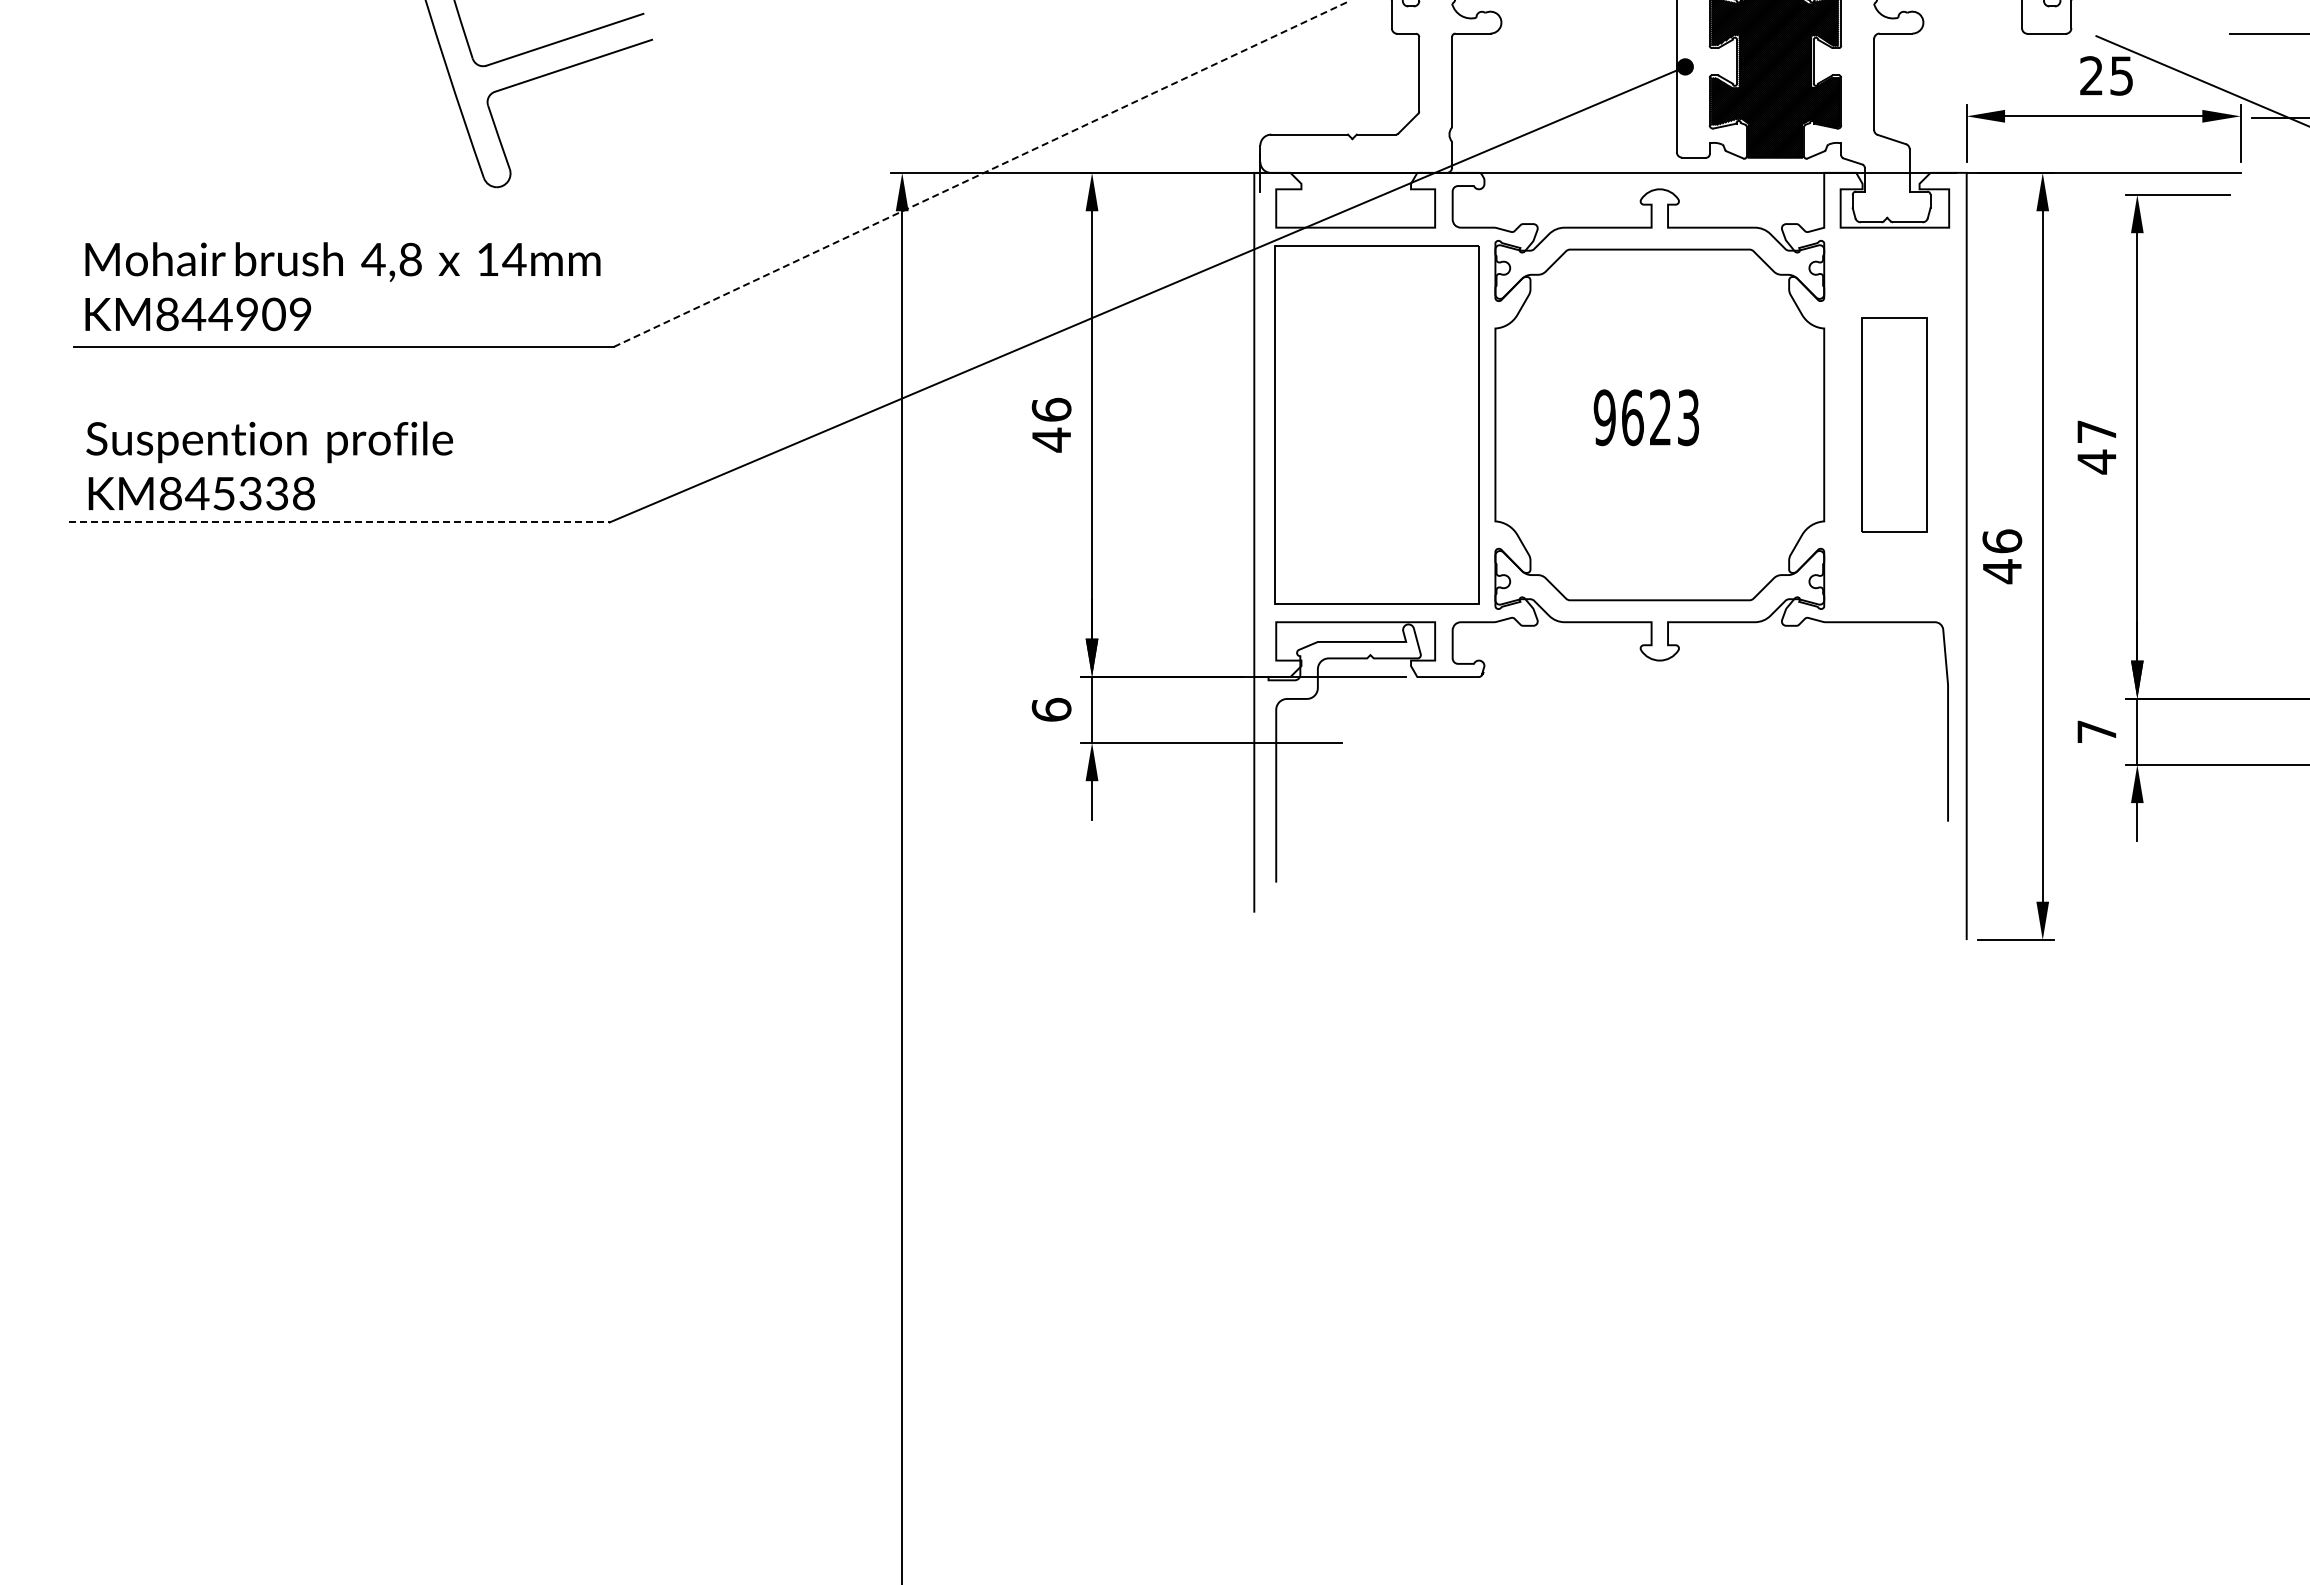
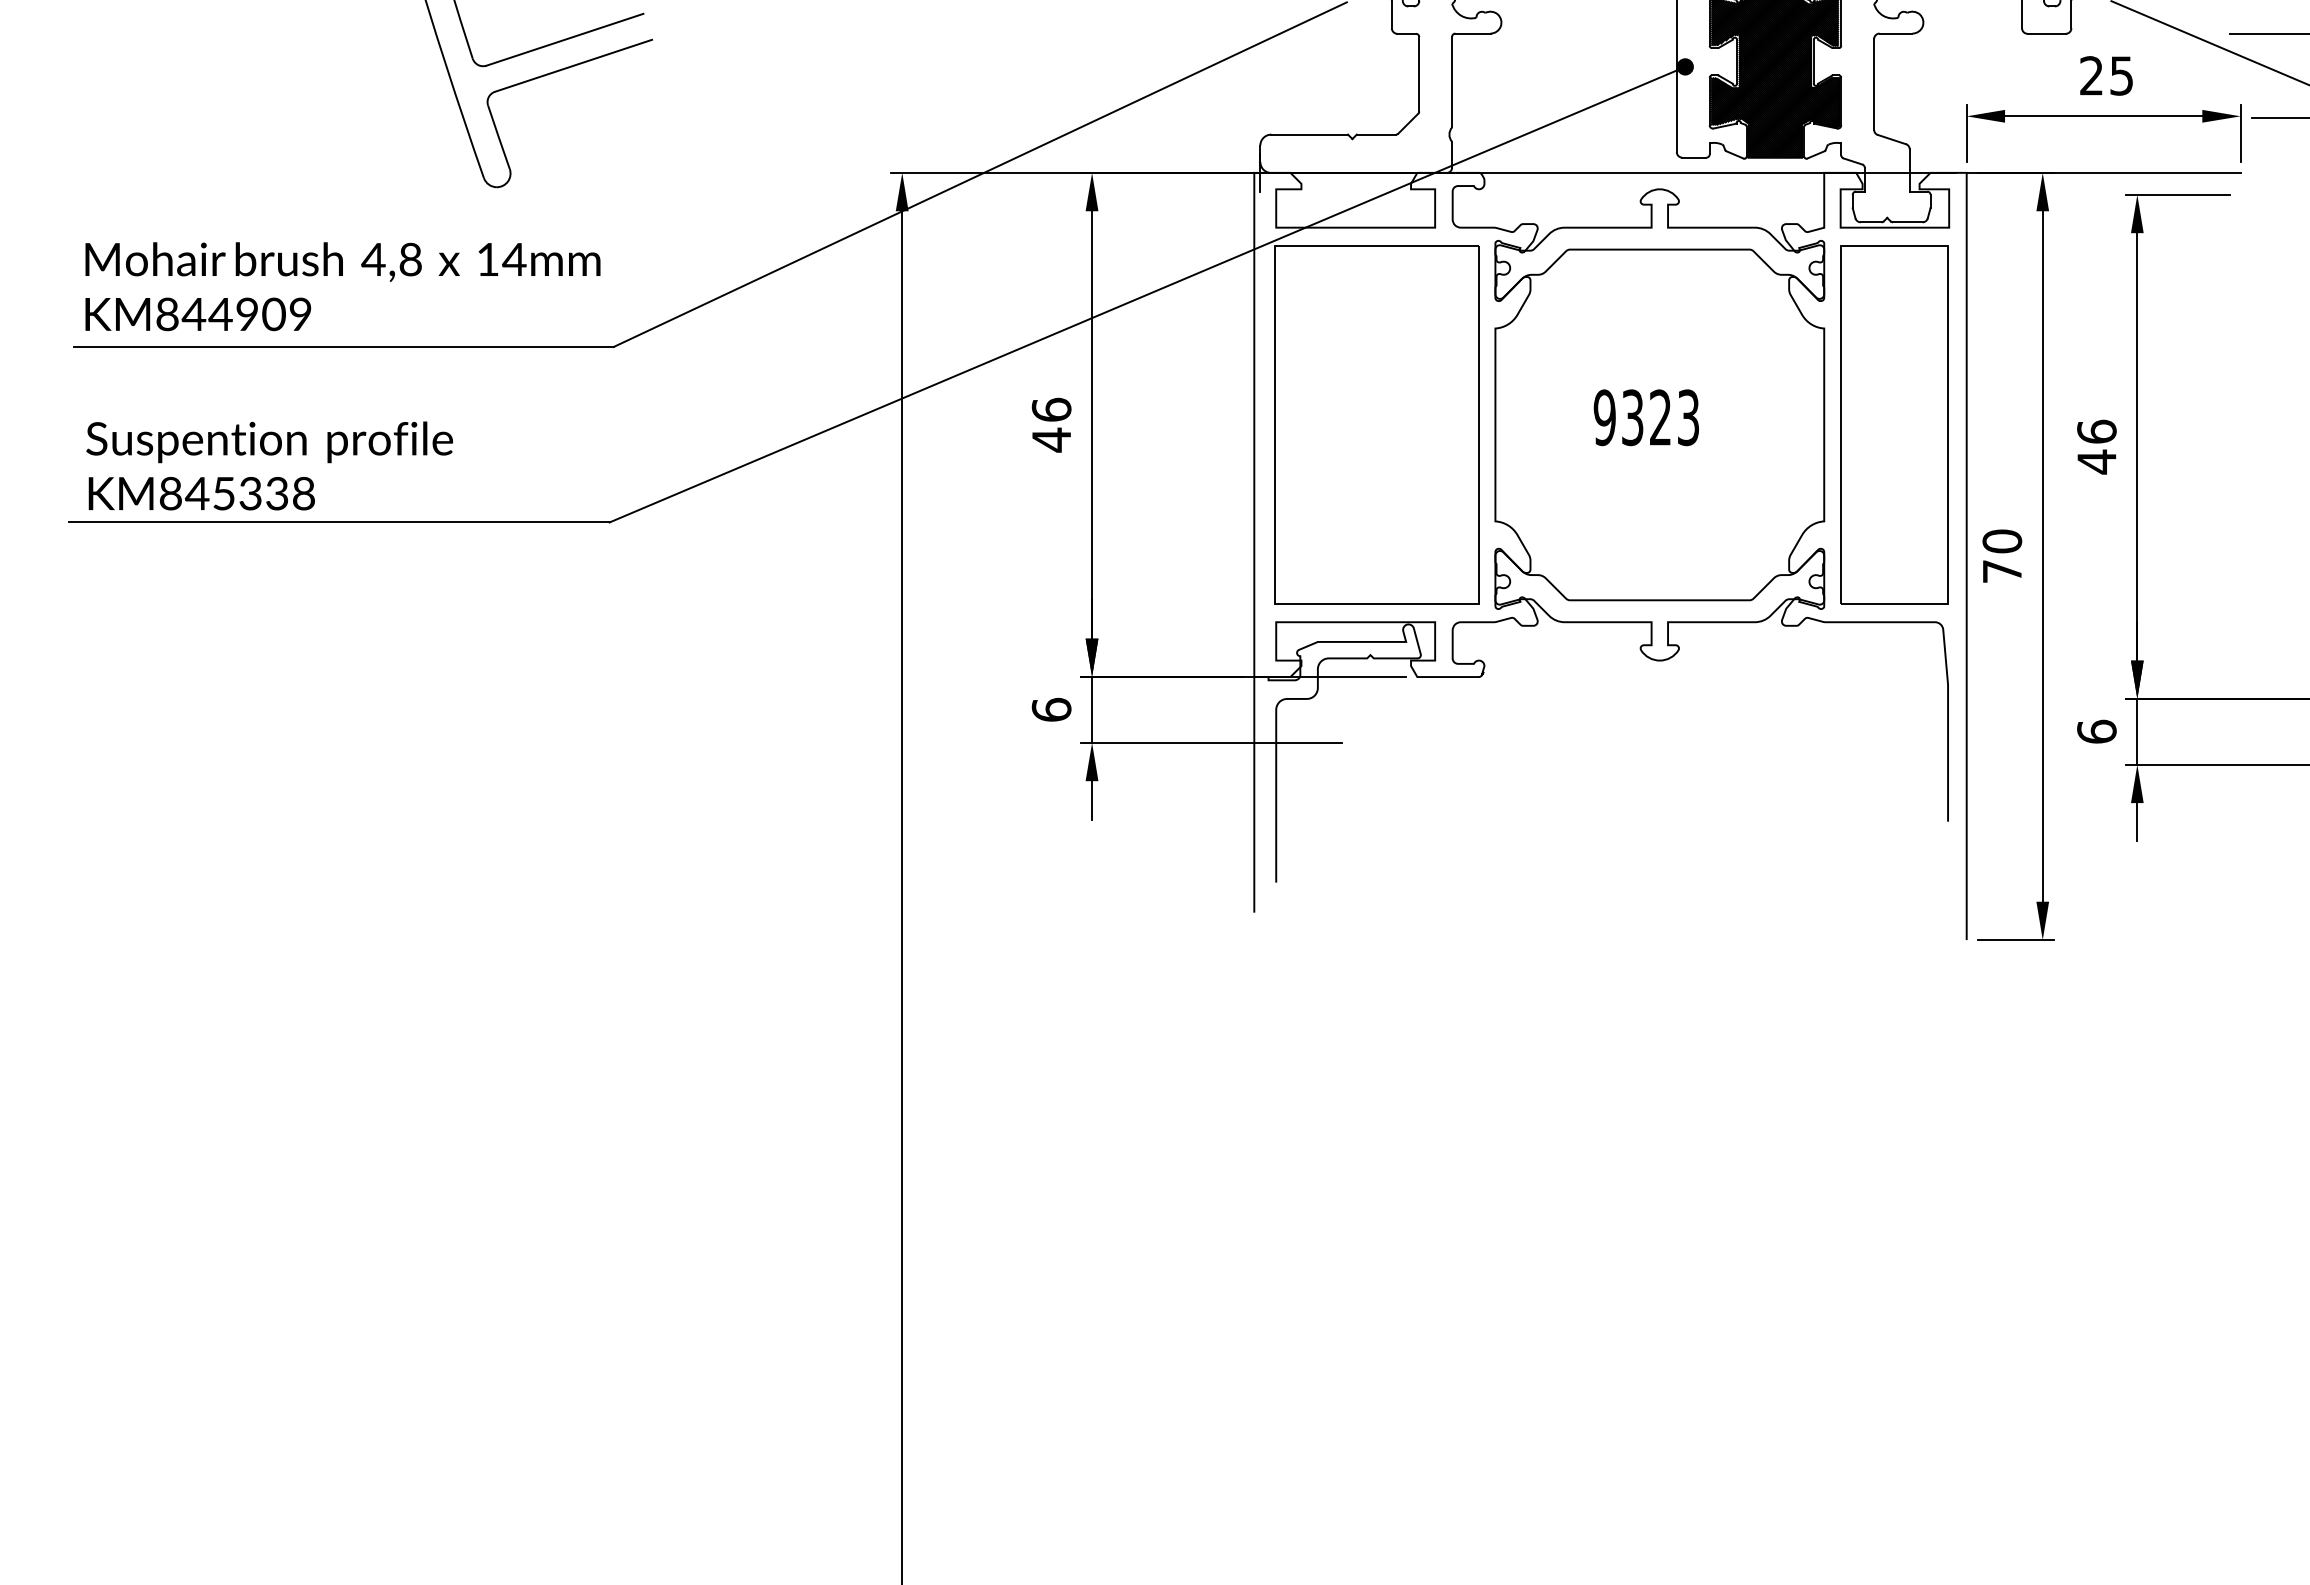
line at (2201, 80) position: (2201, 80) -> (2210, 43)
line at (979, 174): dashed -> solid
text at (1632, 417): 9623 -> 9323
part at (1894, 424) size: 67x216 px -> 109x360 px
text at (2096, 431): 47 -> 46
line at (339, 522): dashed -> solid
text at (2001, 556): 46 -> 70
text at (2096, 731): 7 -> 6
